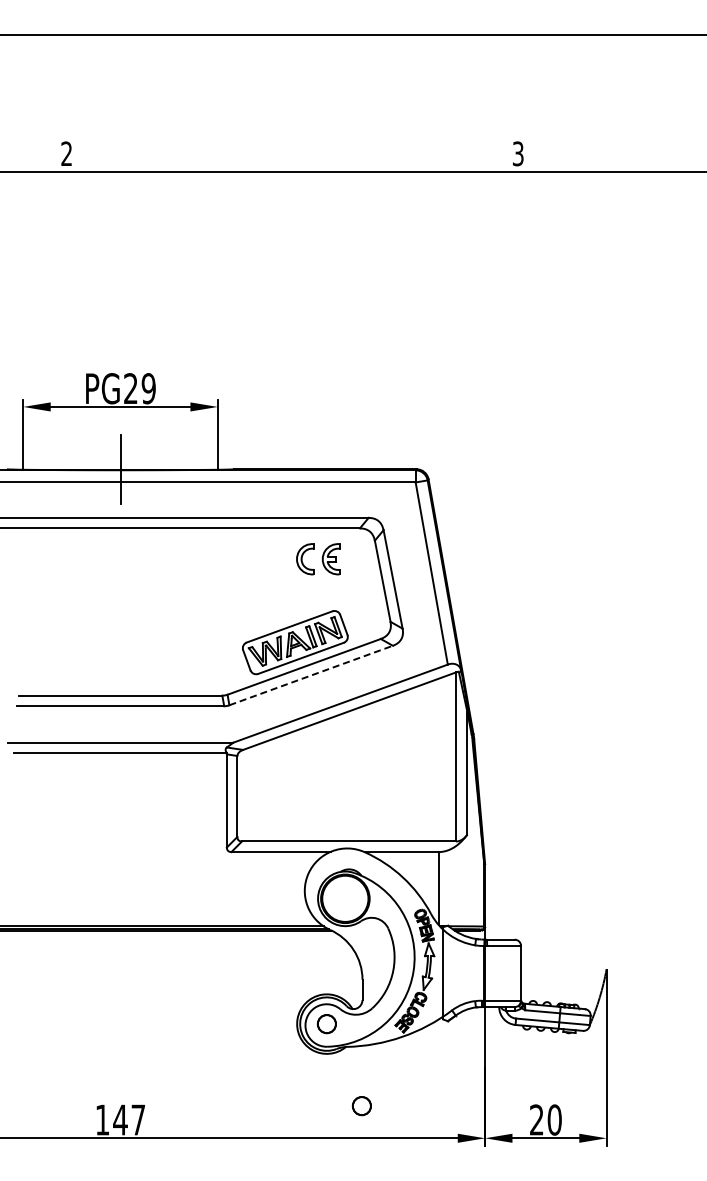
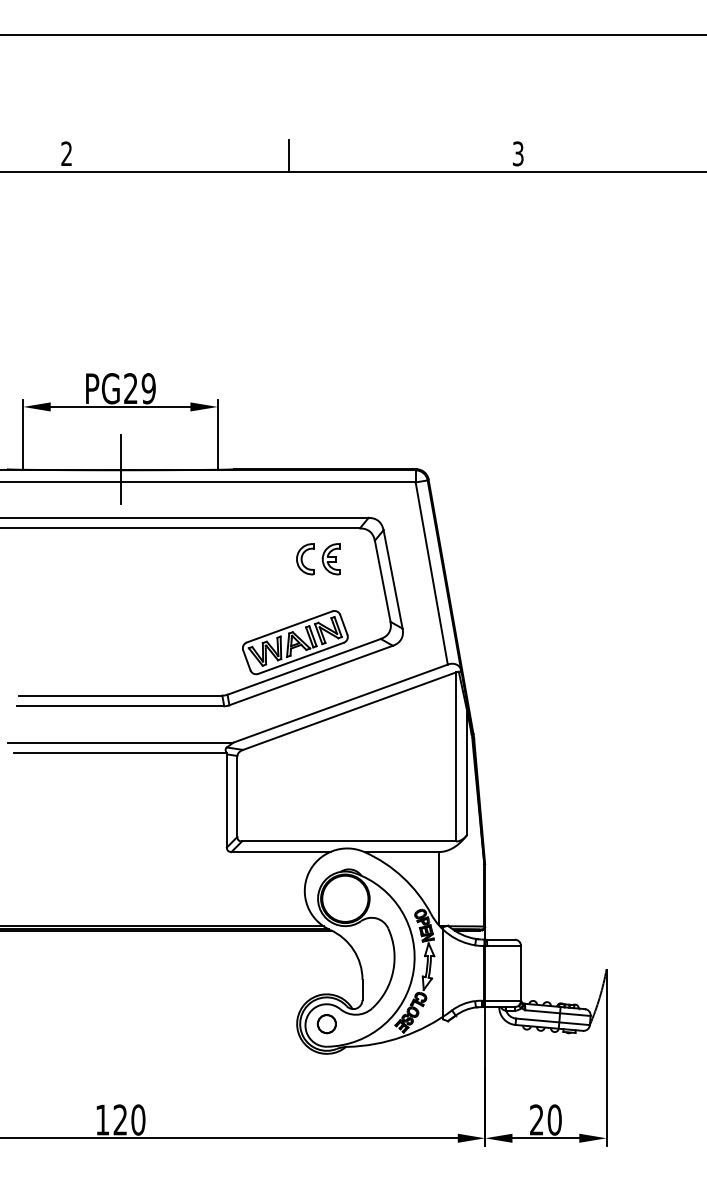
line at (289, 156): none -> present
line at (311, 675): dashed -> solid
circle at (361, 1106): present -> none
text at (129, 1119): 147 -> 120
